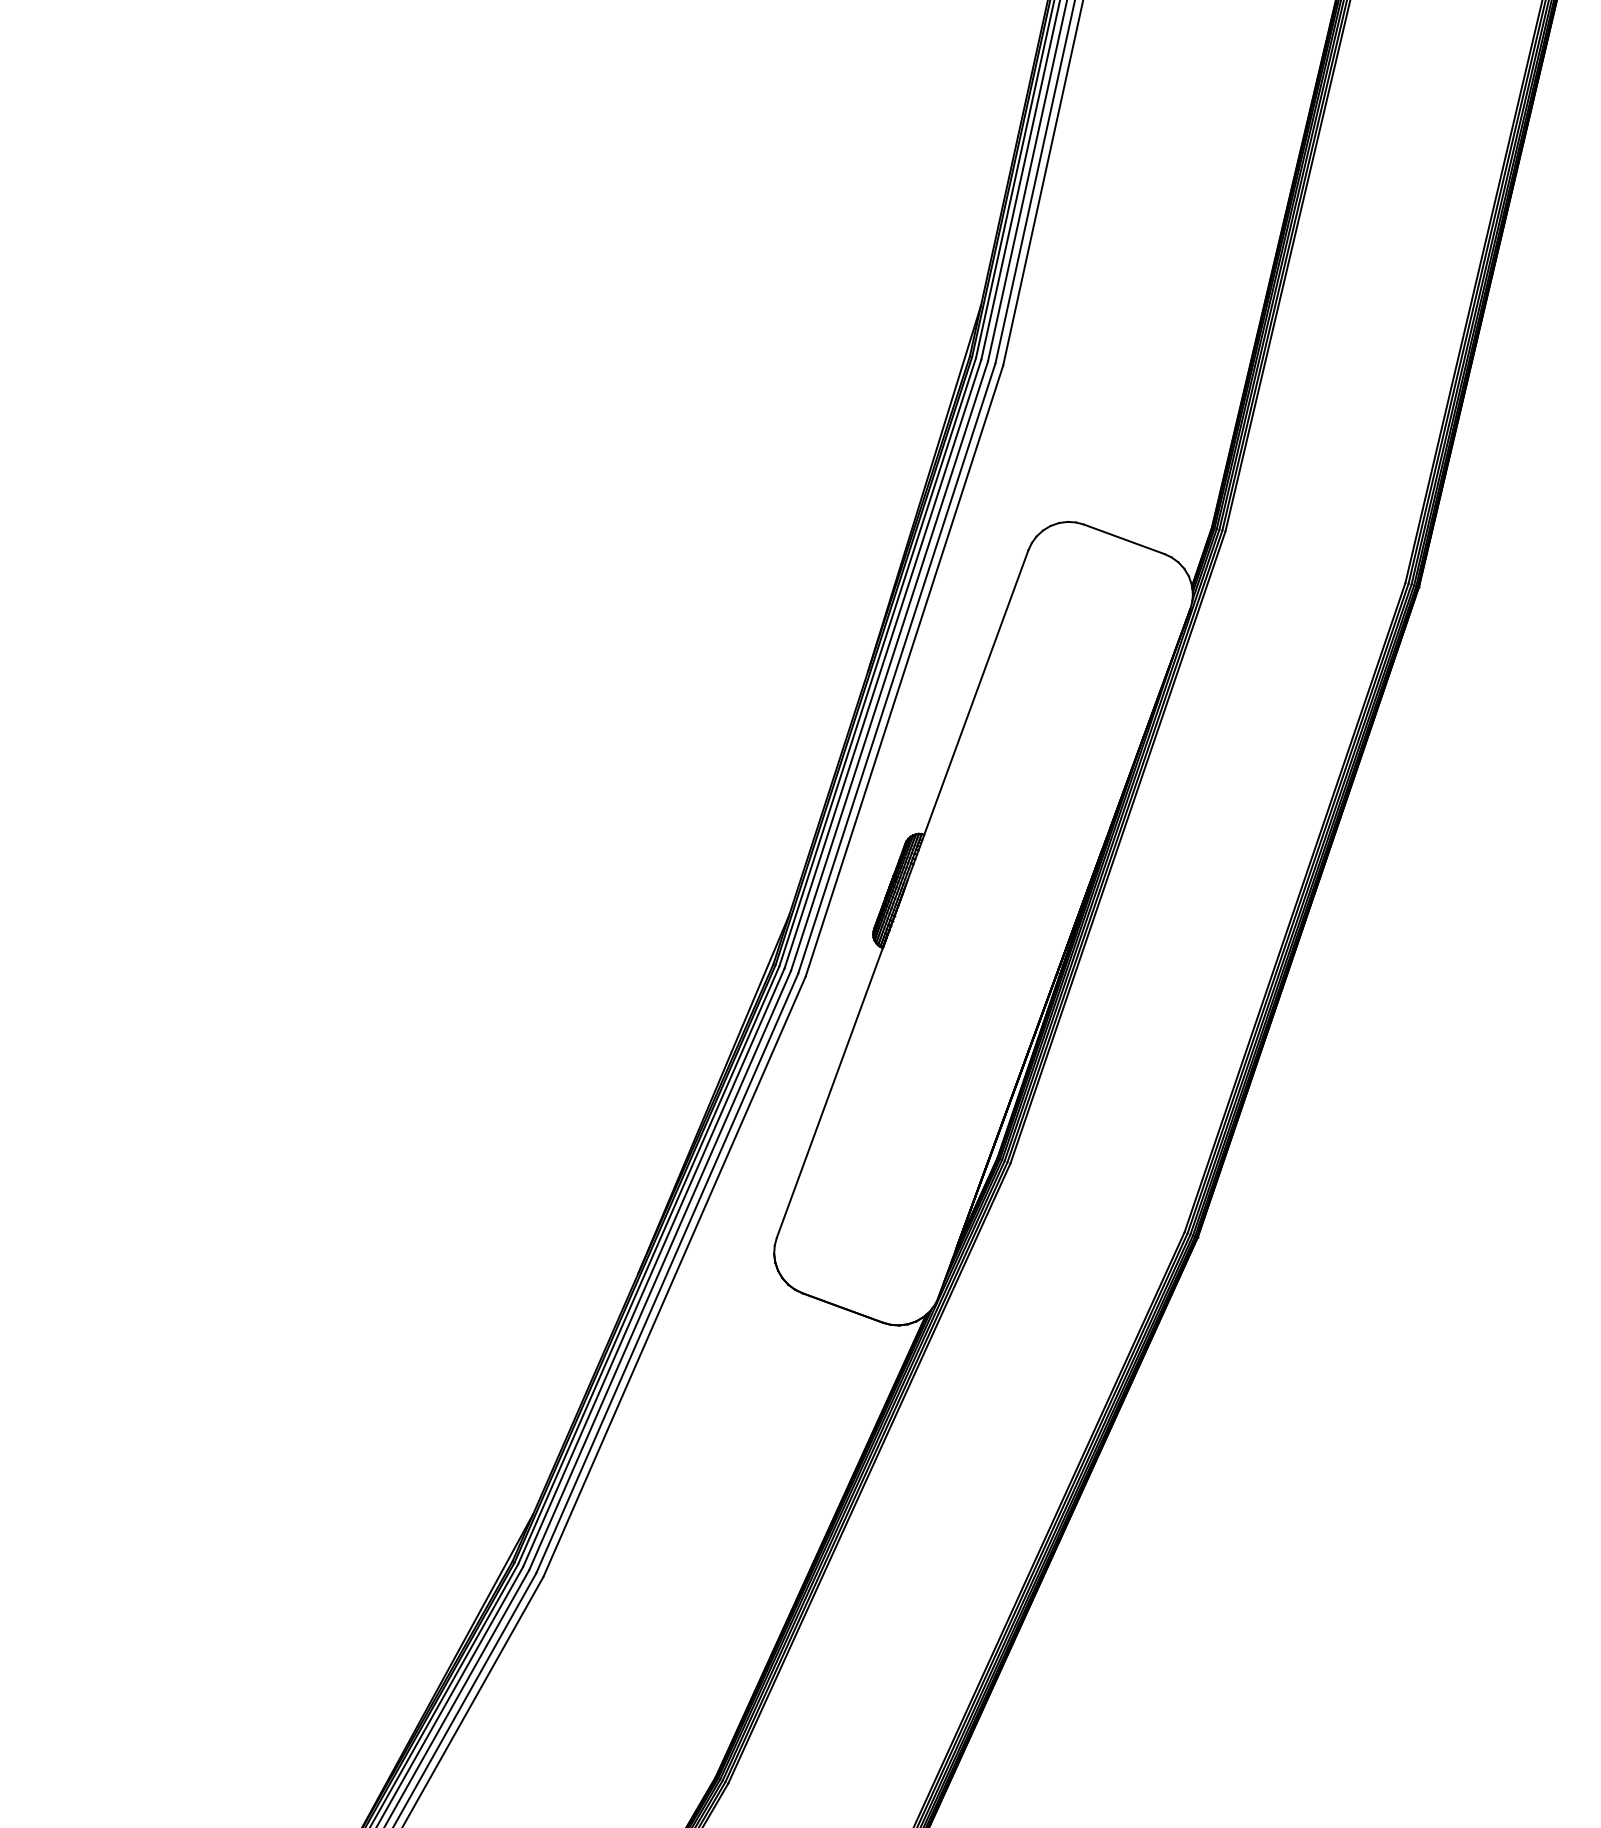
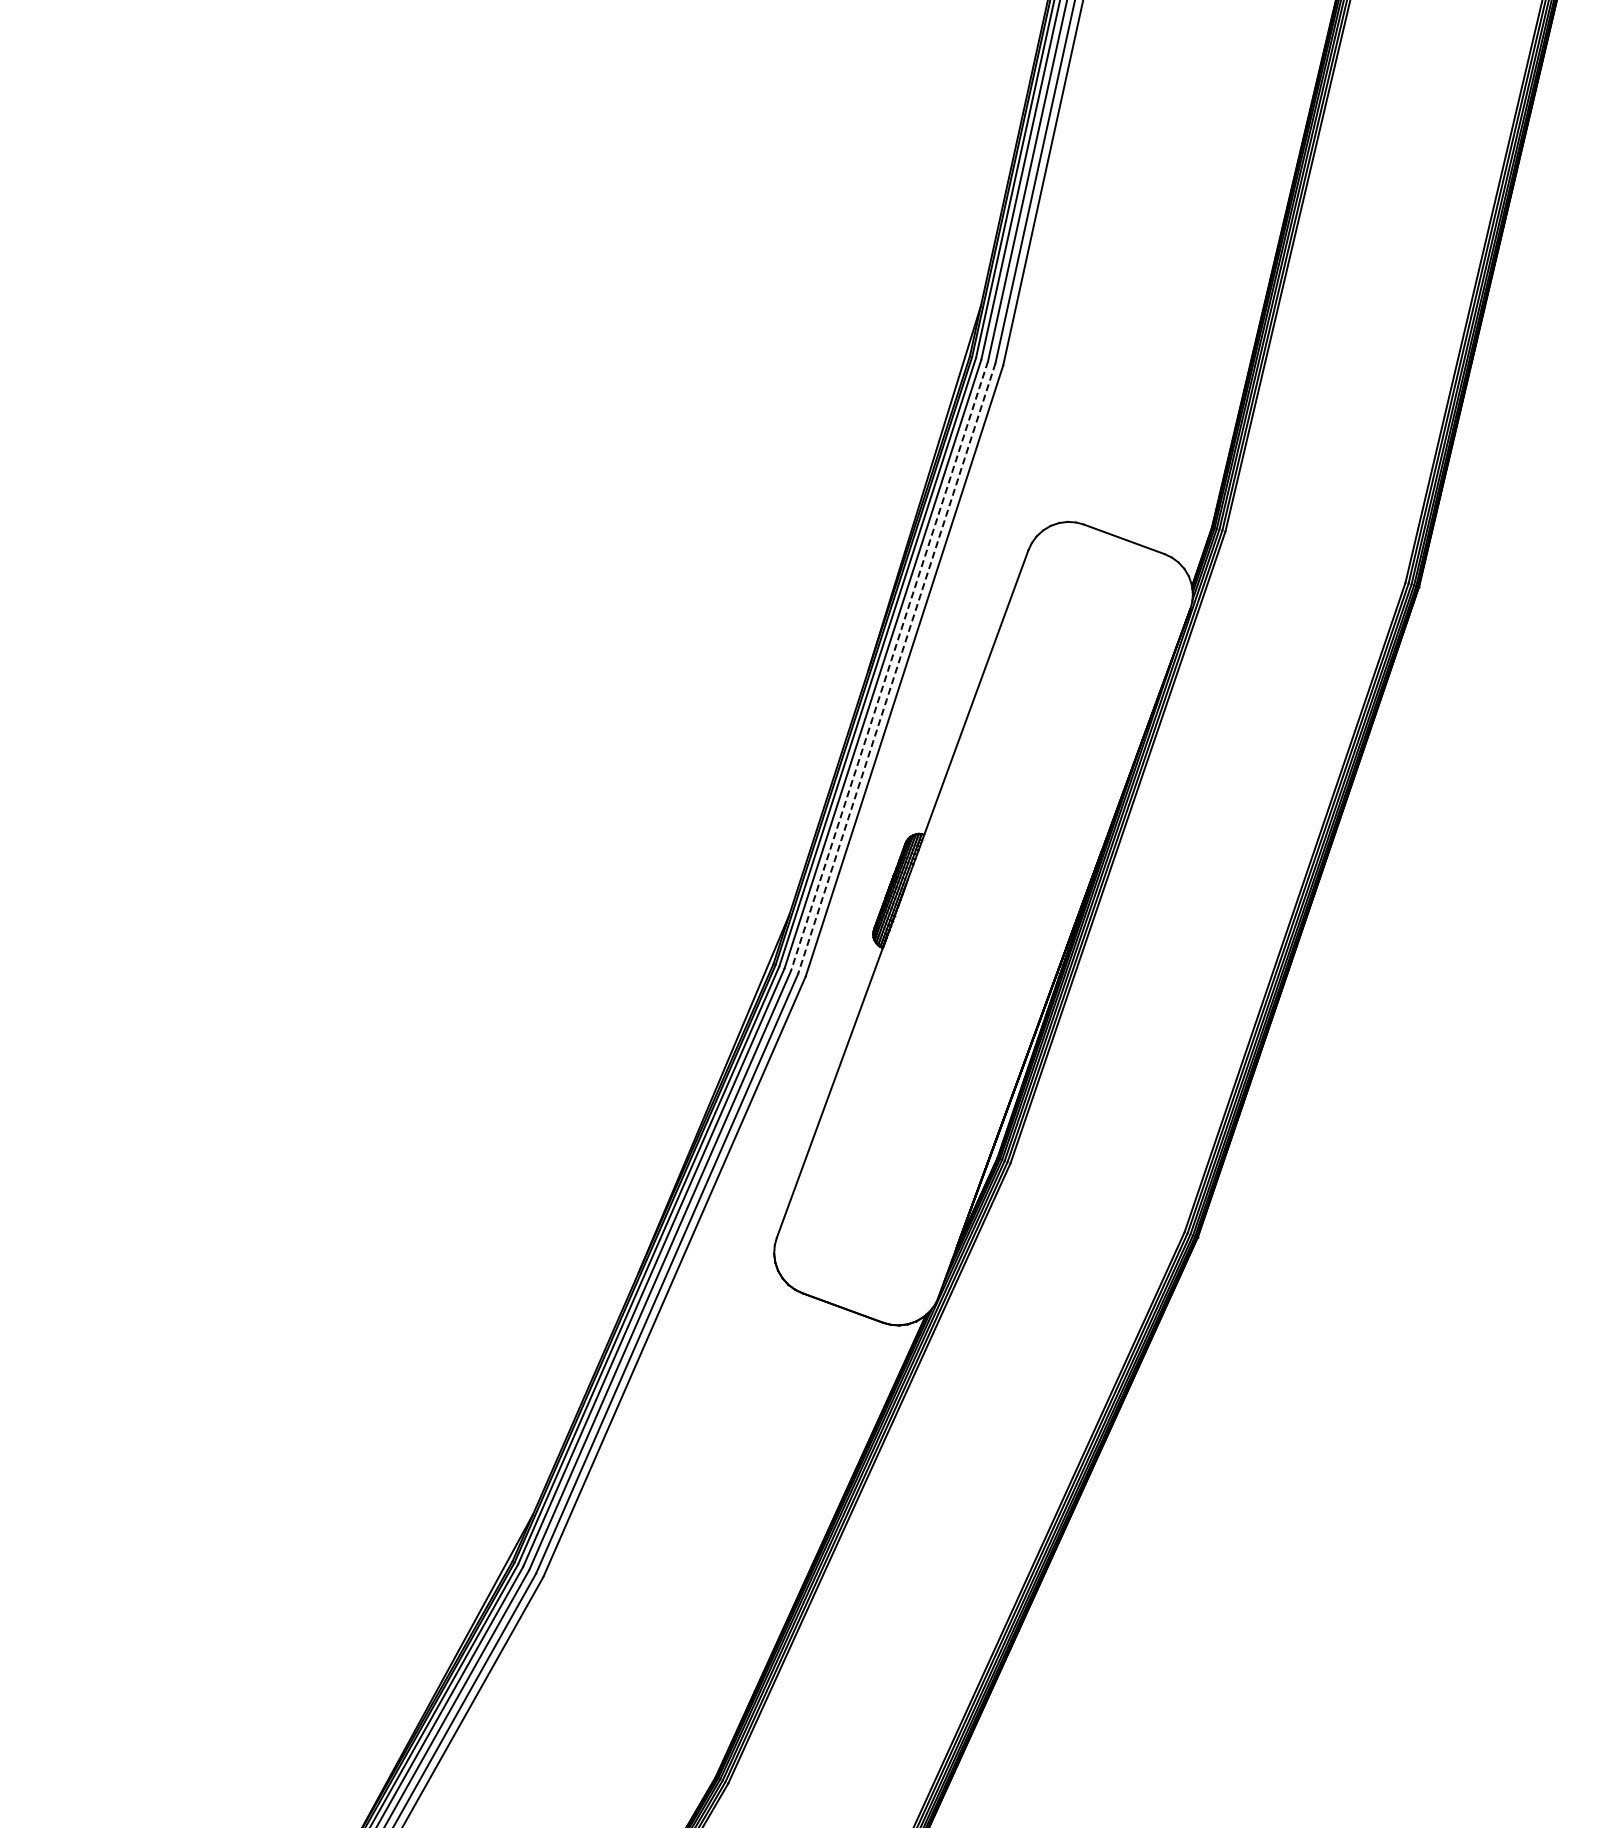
line at (889, 666): solid -> dashed
line at (896, 668): solid -> dashed
